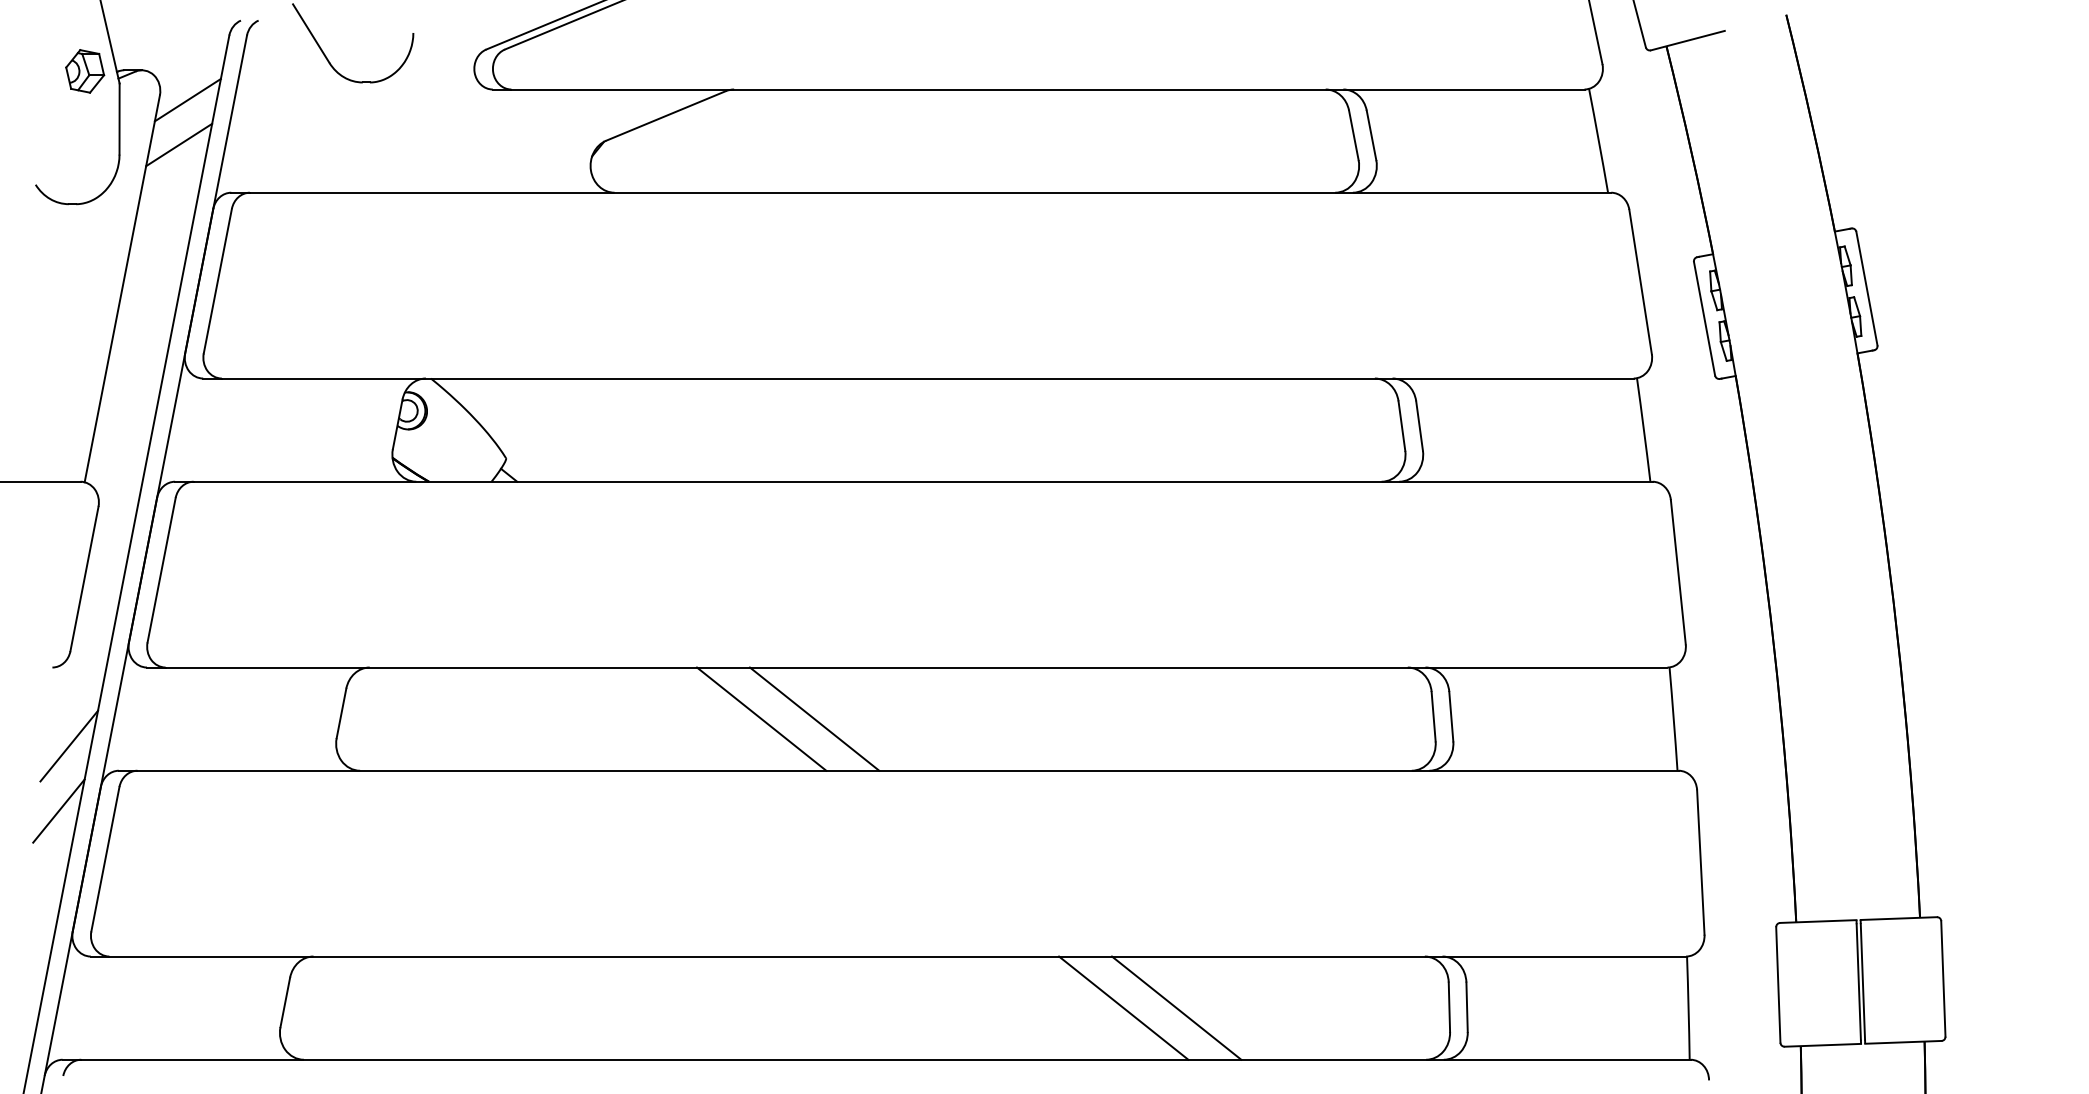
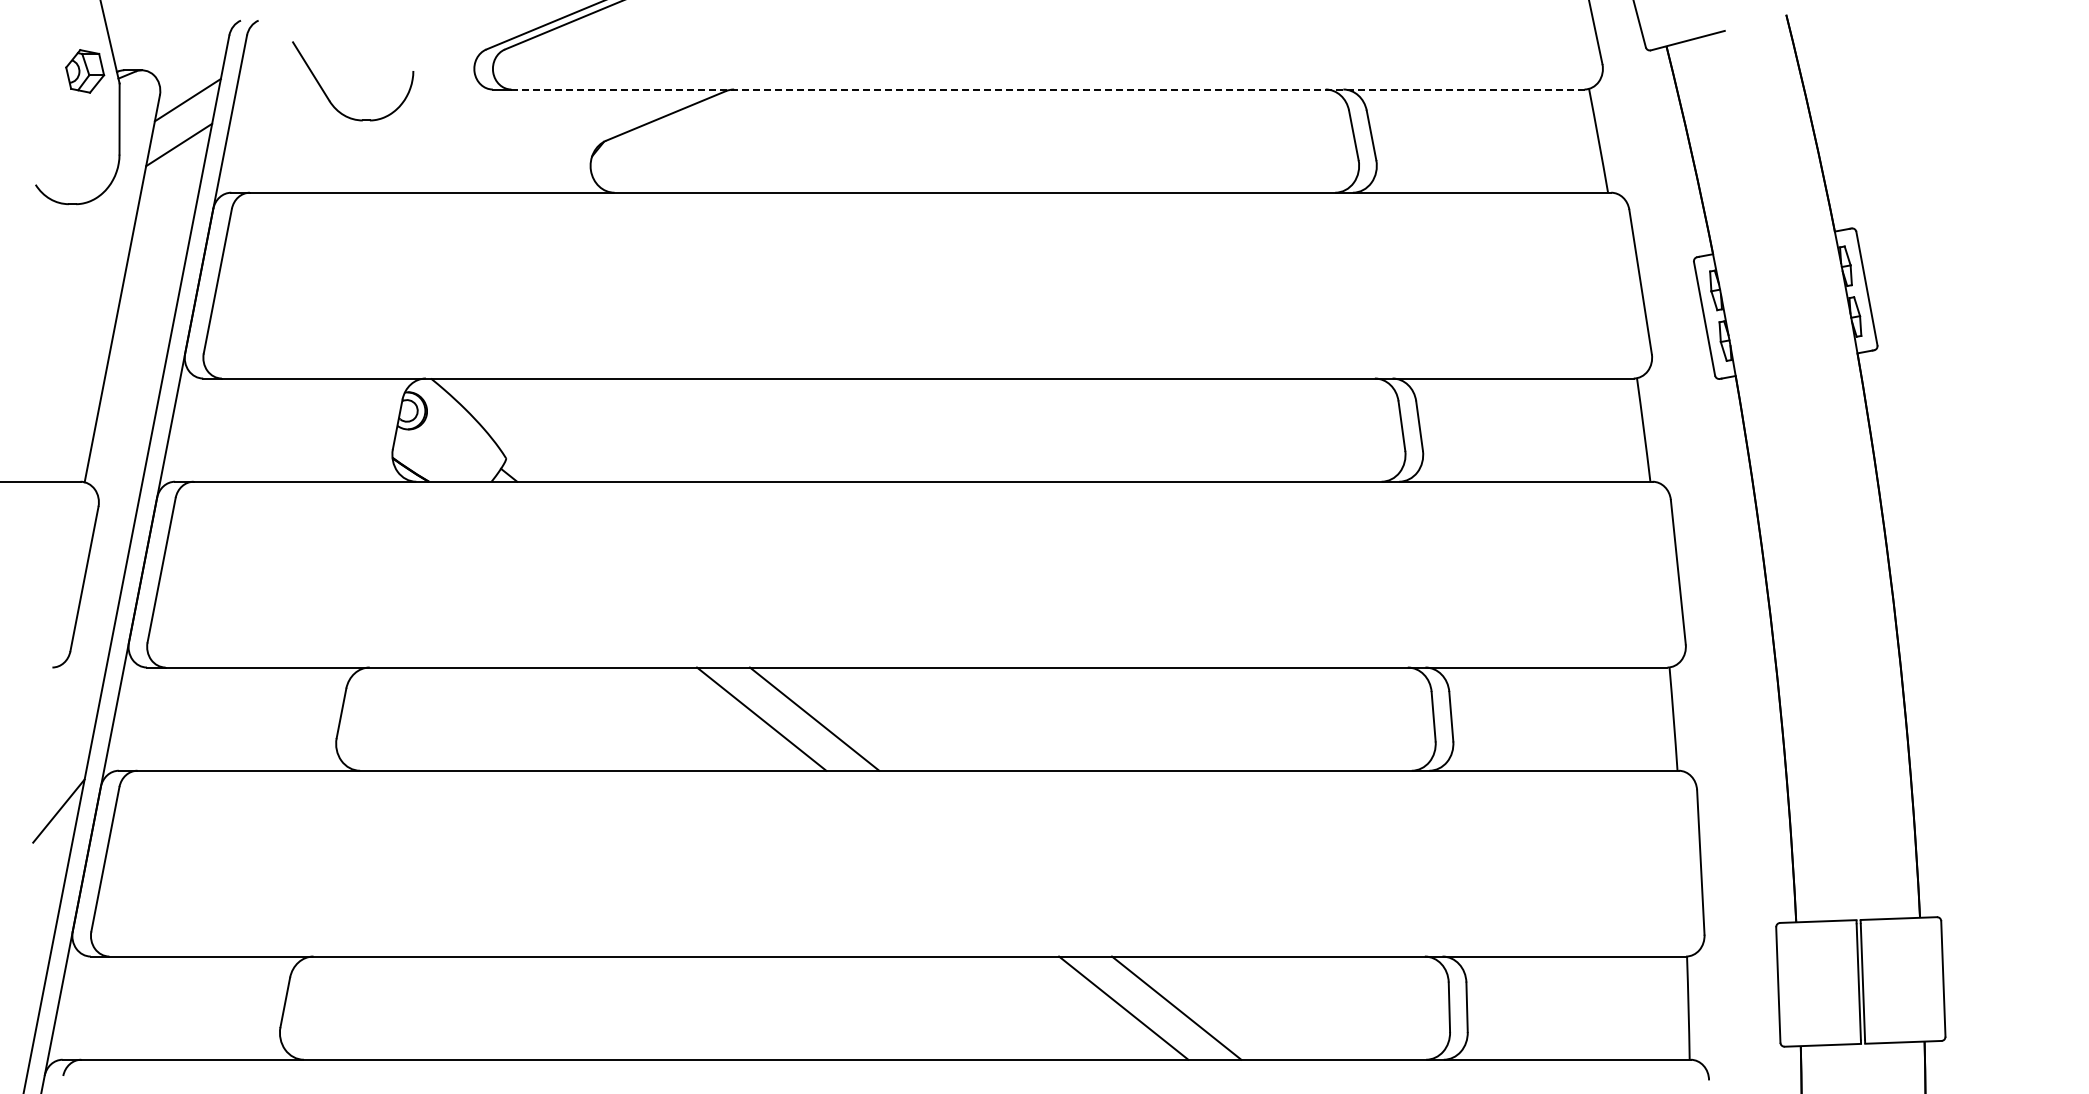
part at (329, 60) position: (329, 60) -> (329, 98)
line at (1047, 89): solid -> dashed
line at (69, 745): present -> none
